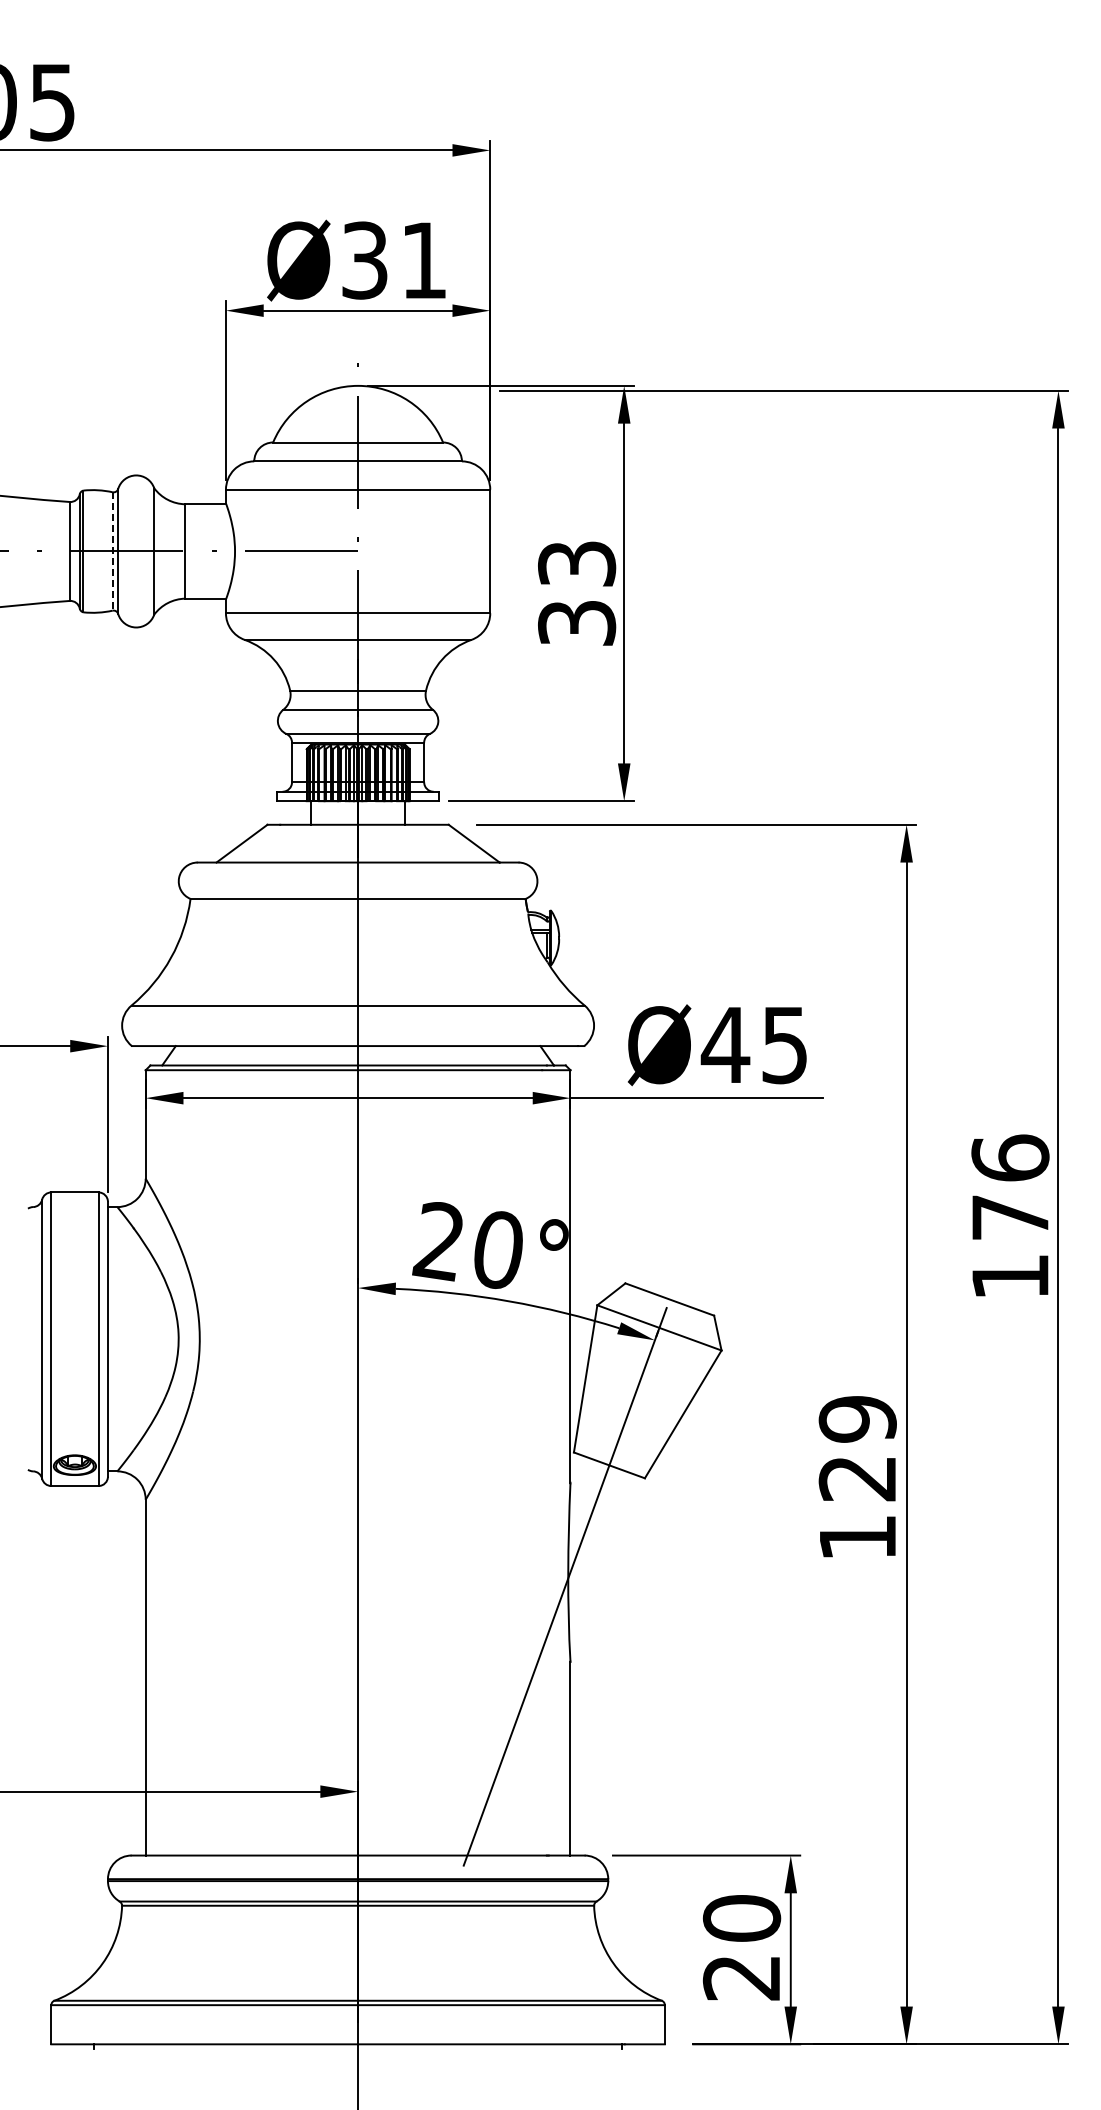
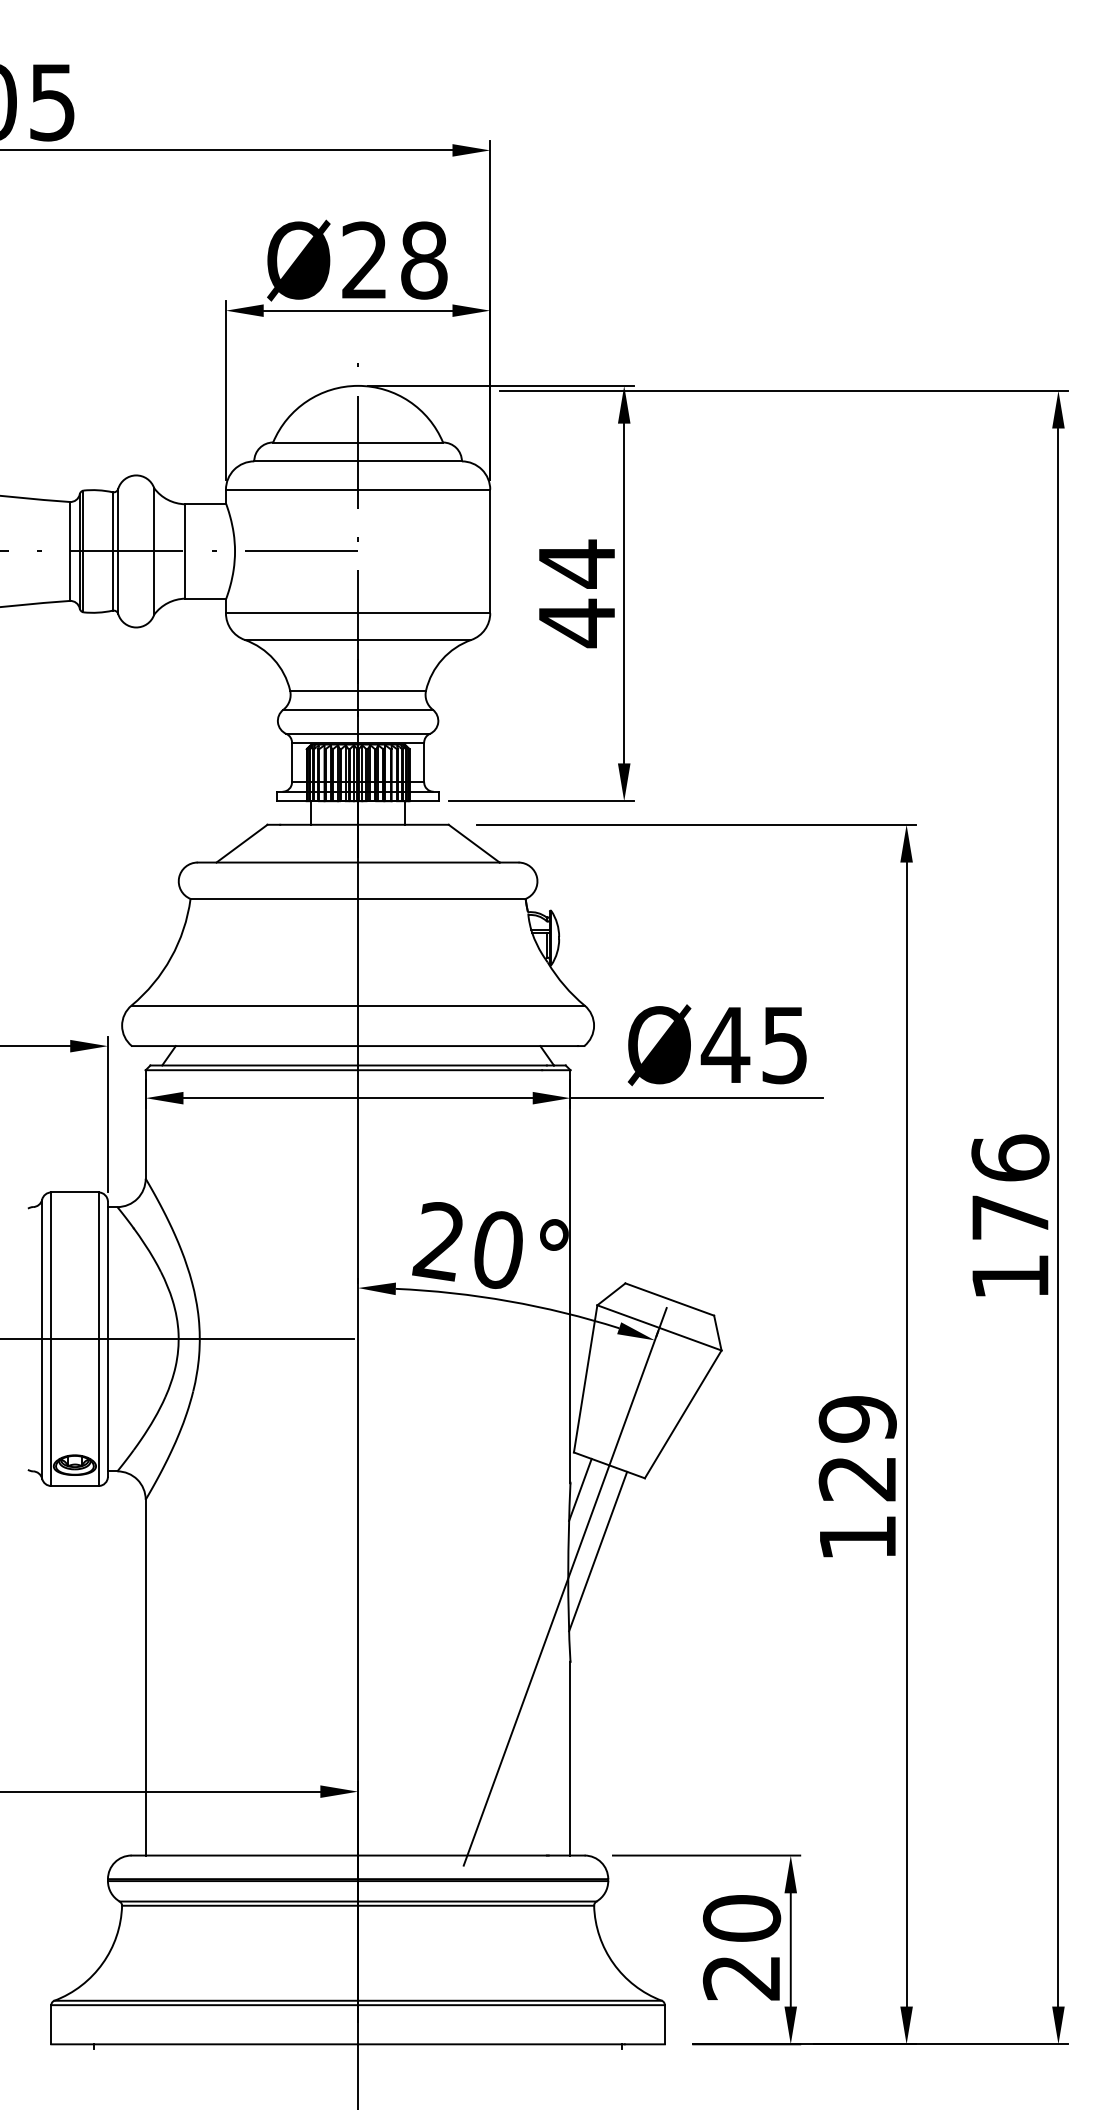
text at (394, 260): Ø31 -> Ø28
line at (112, 551): dashed -> solid
text at (577, 593): 33 -> 44
line at (178, 1339): none -> present
line at (580, 1489): none -> present
line at (598, 1551): none -> present
